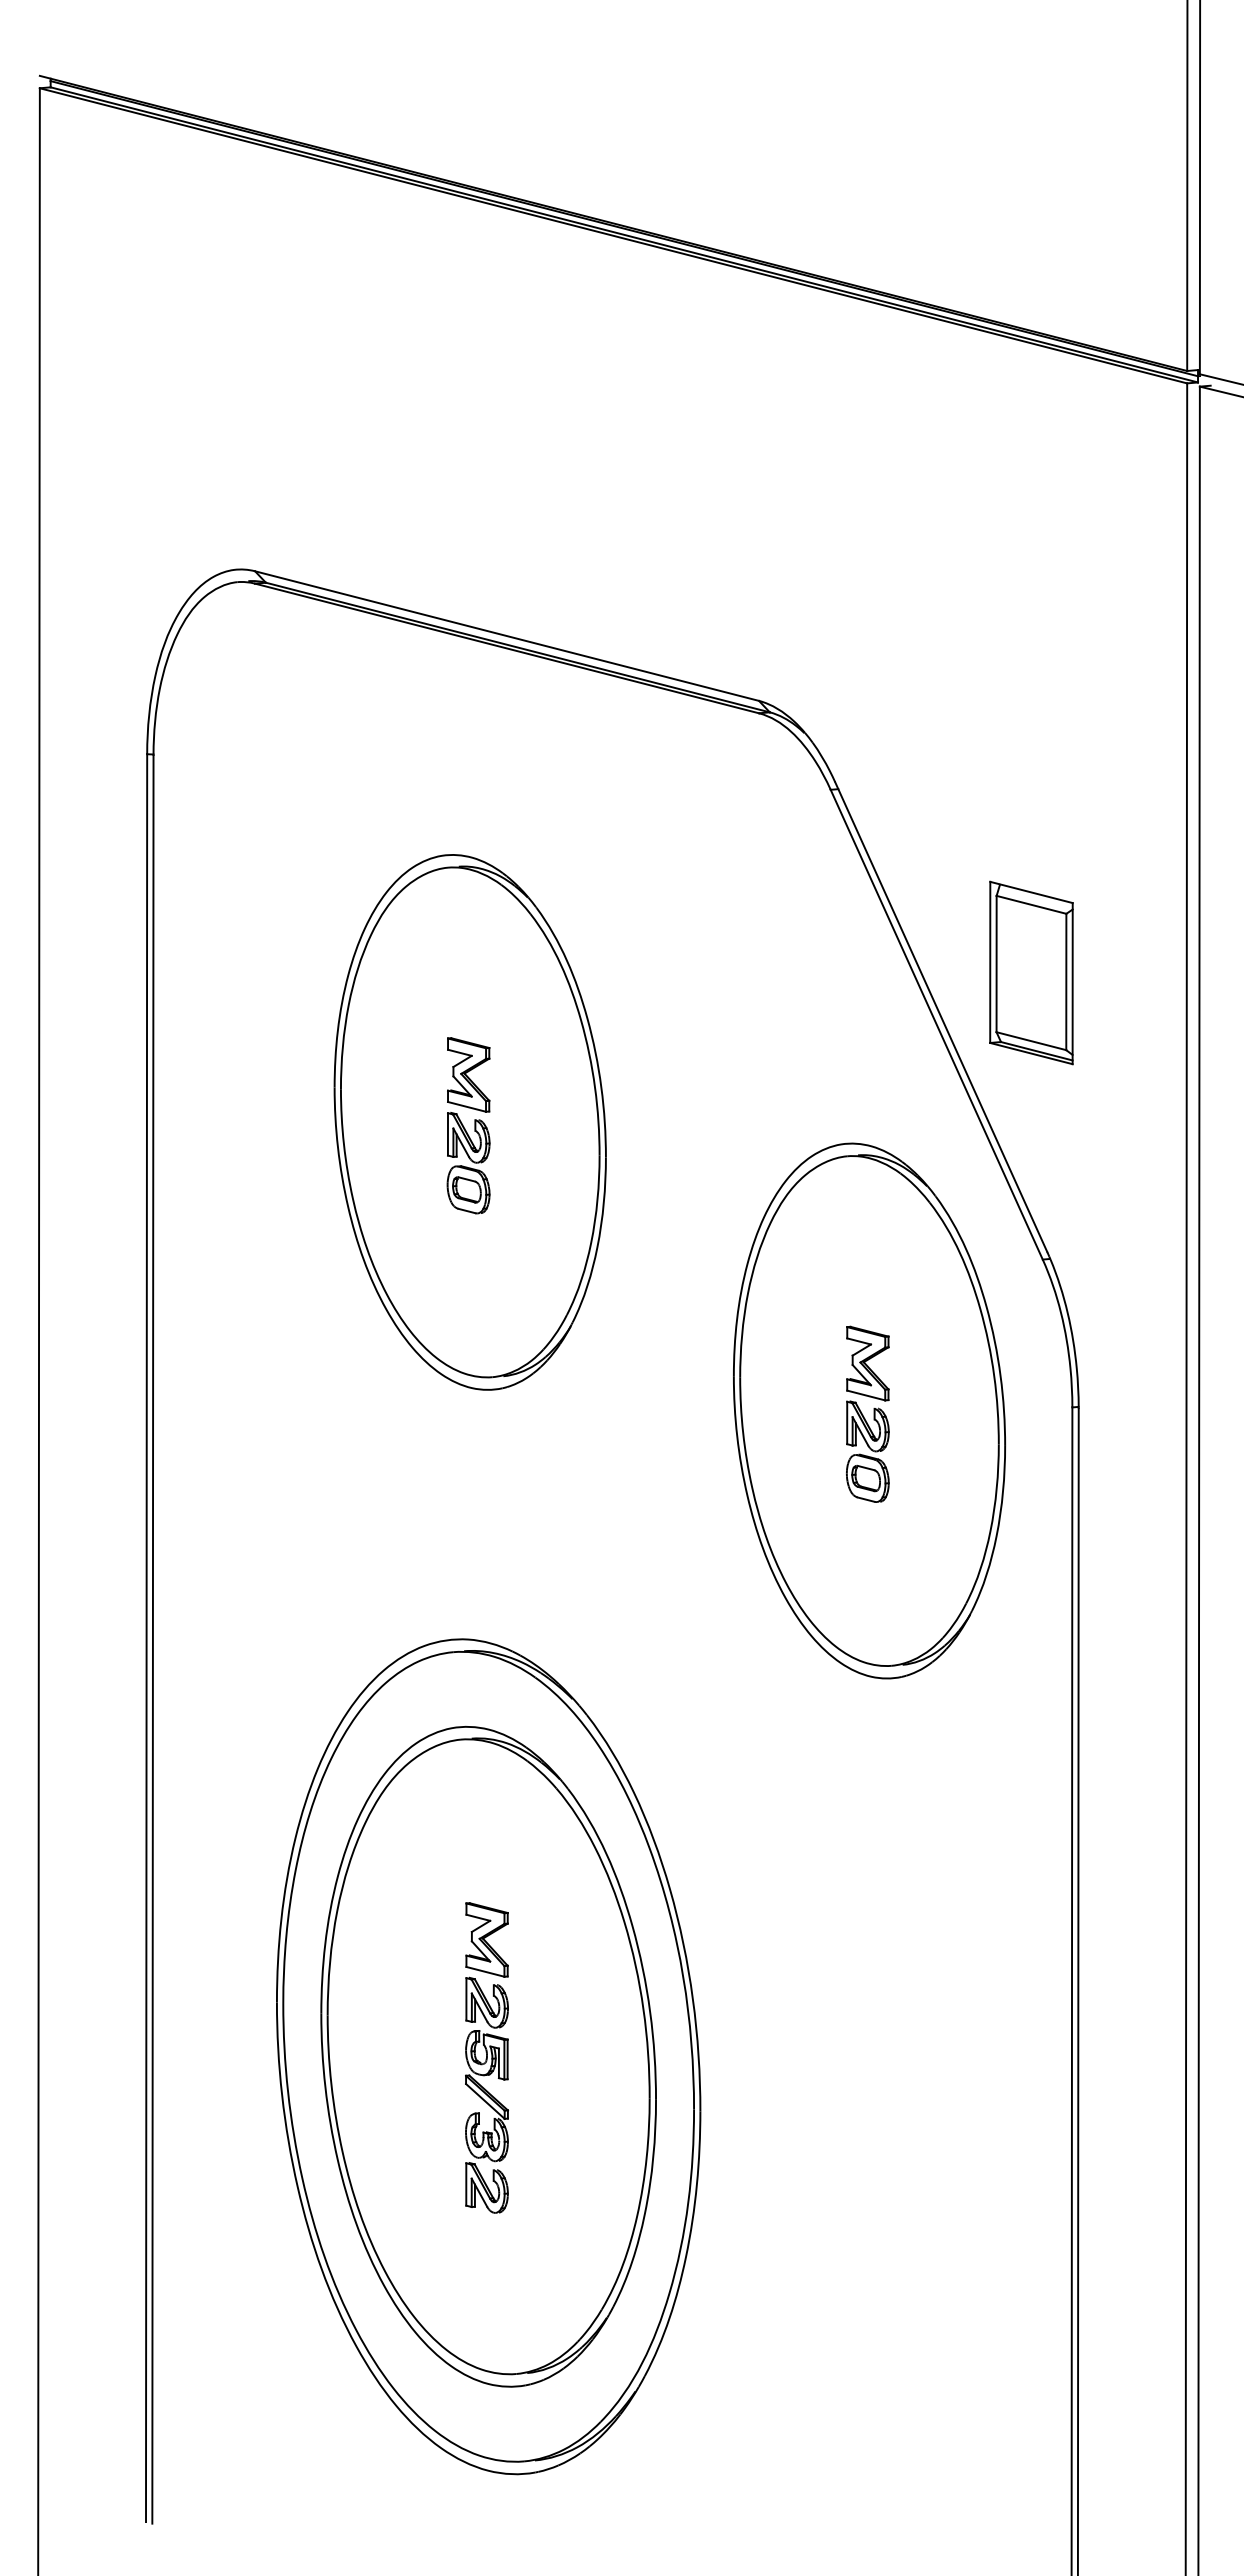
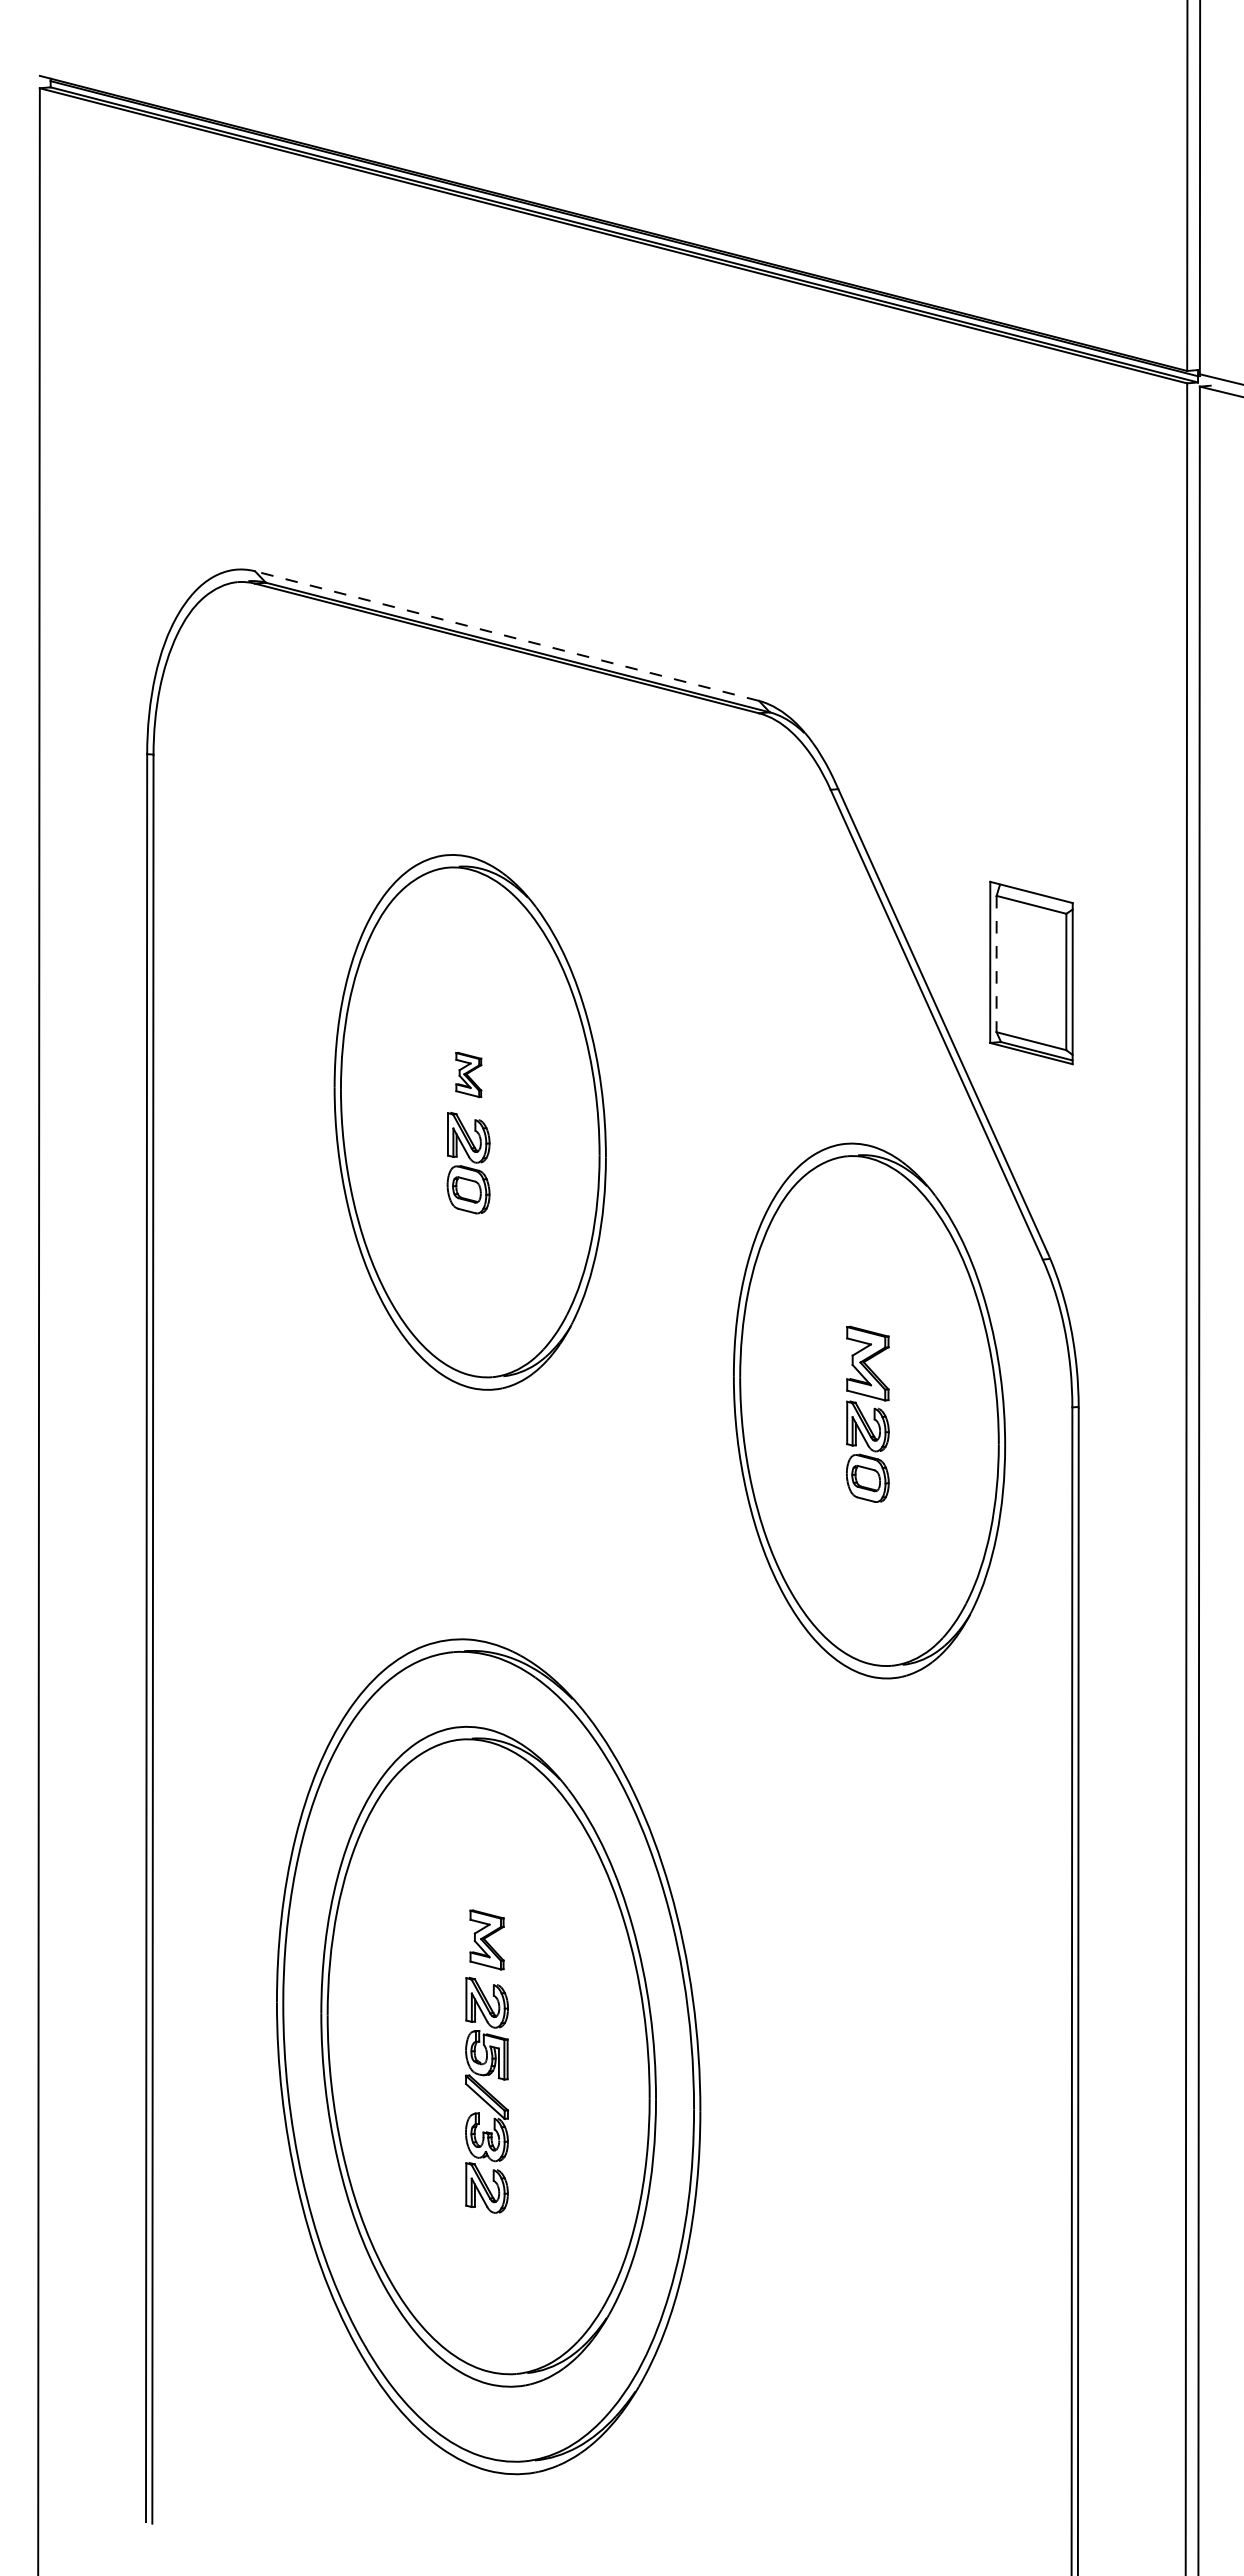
line at (506, 635): solid -> dashed
line at (996, 964): solid -> dashed
part at (468, 1074) size: 44x76 px -> 28x47 px
part at (486, 1939) size: 44x76 px -> 36x62 px
